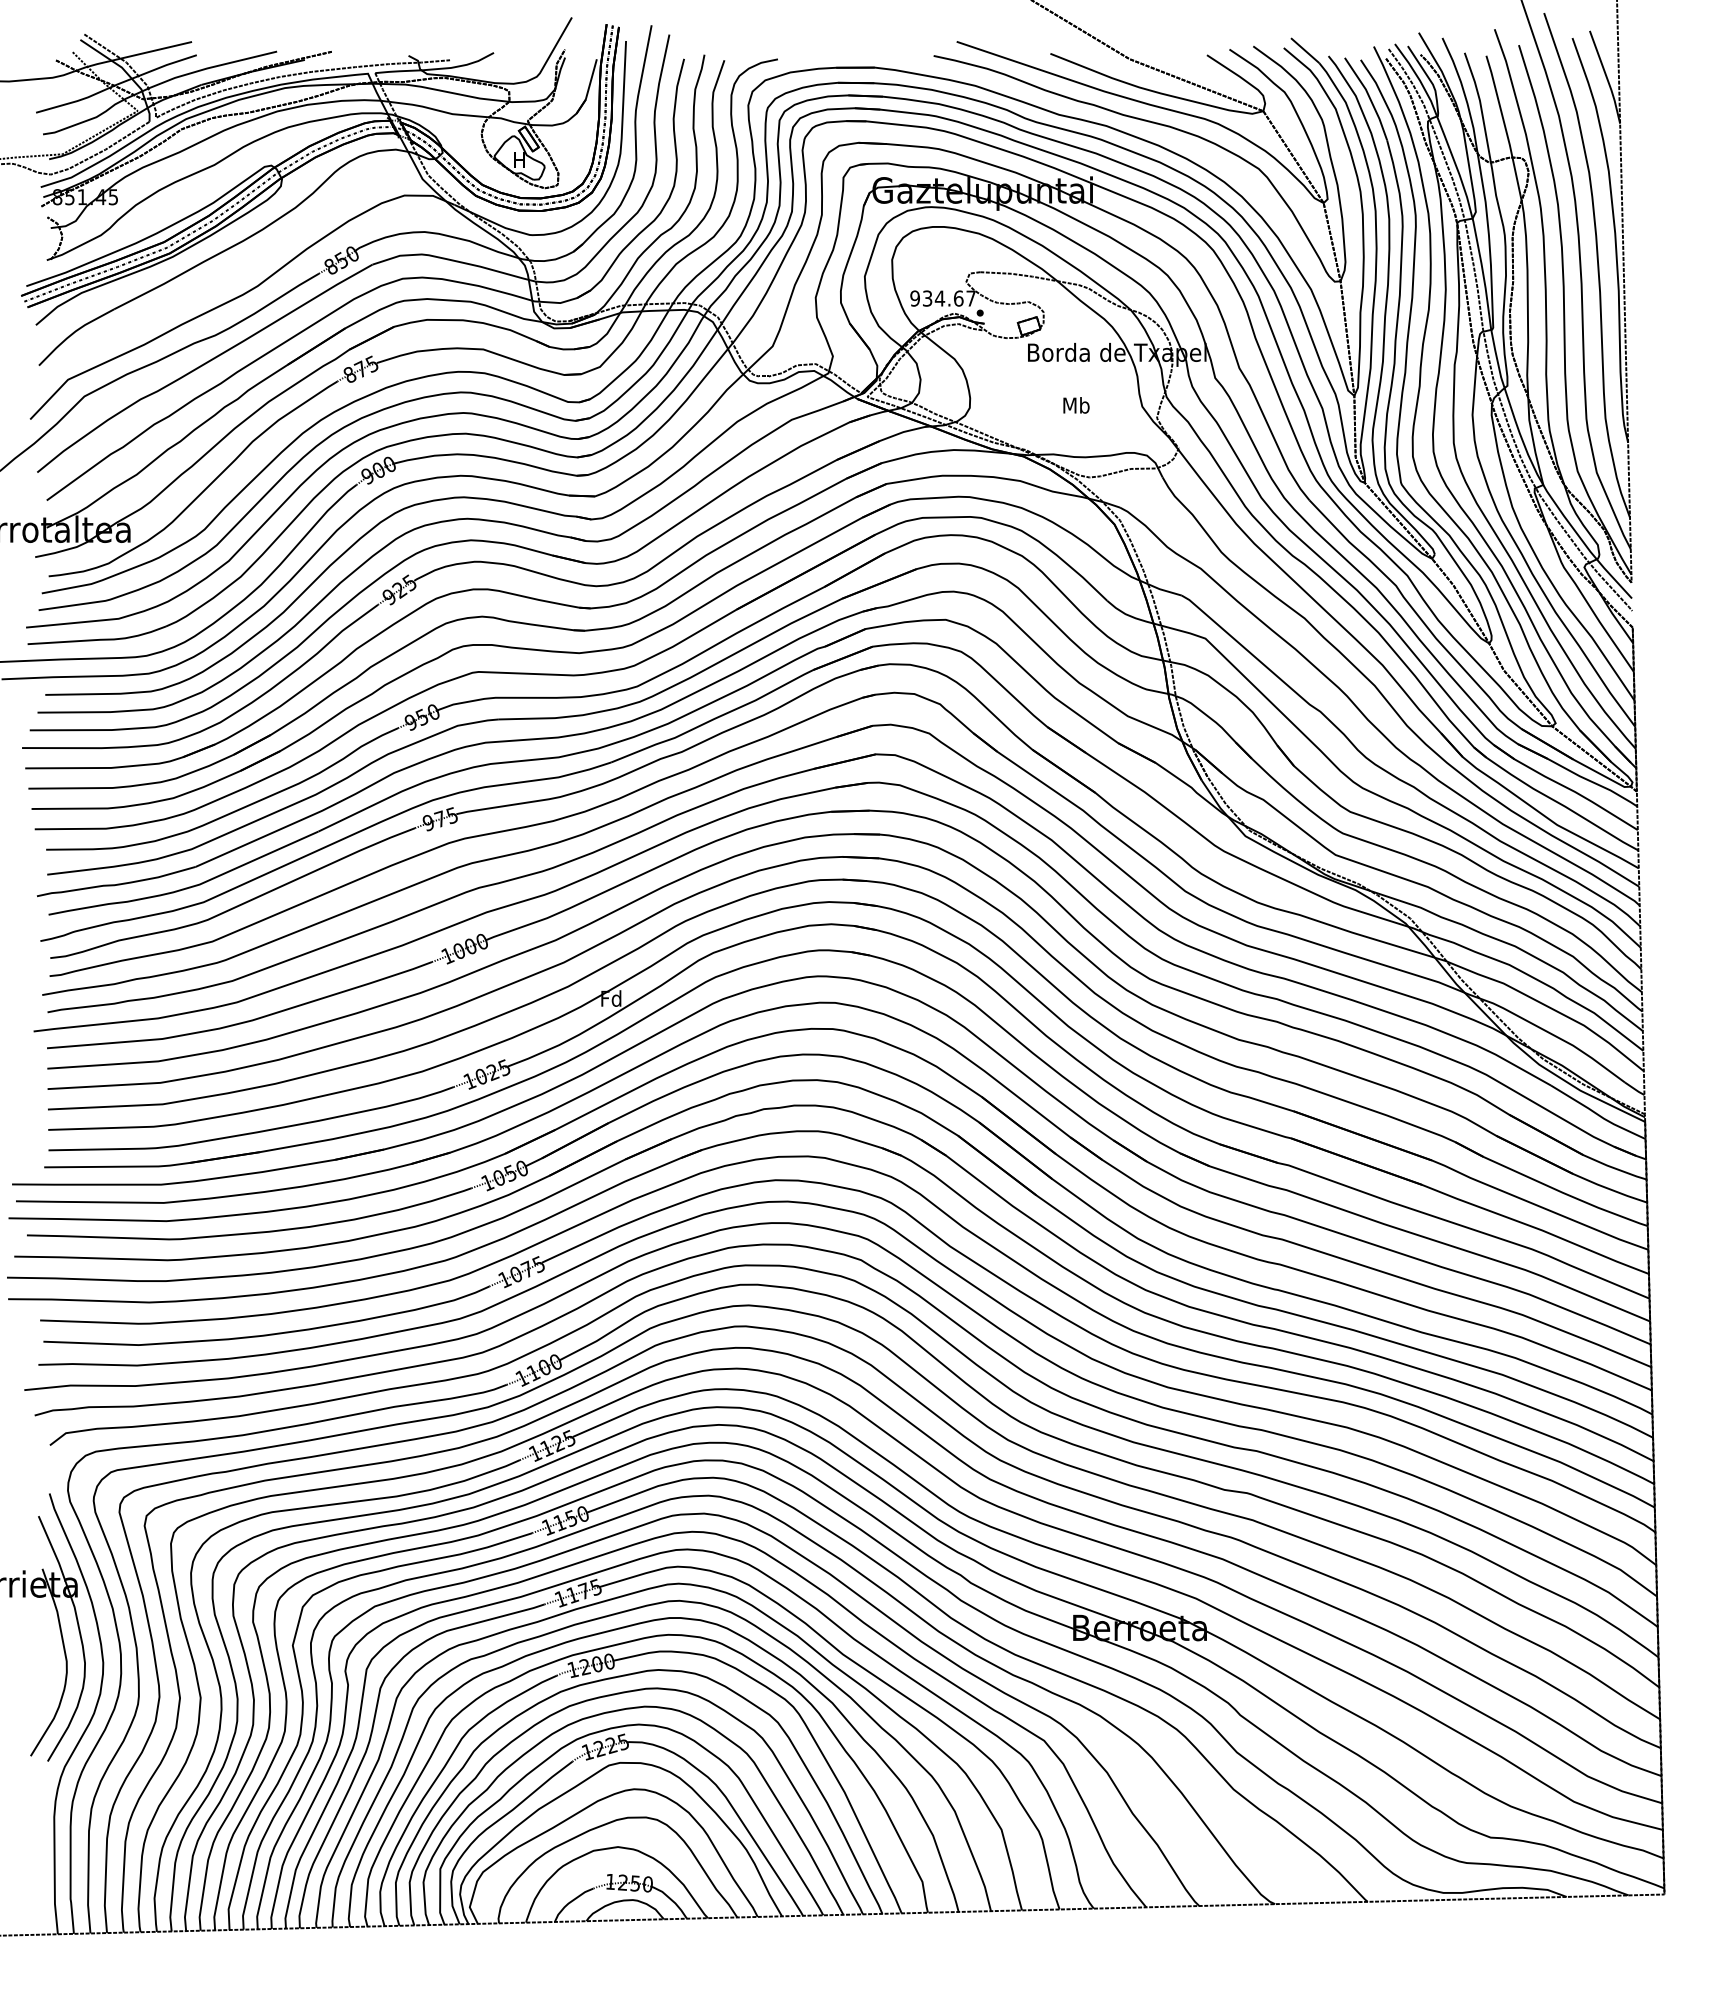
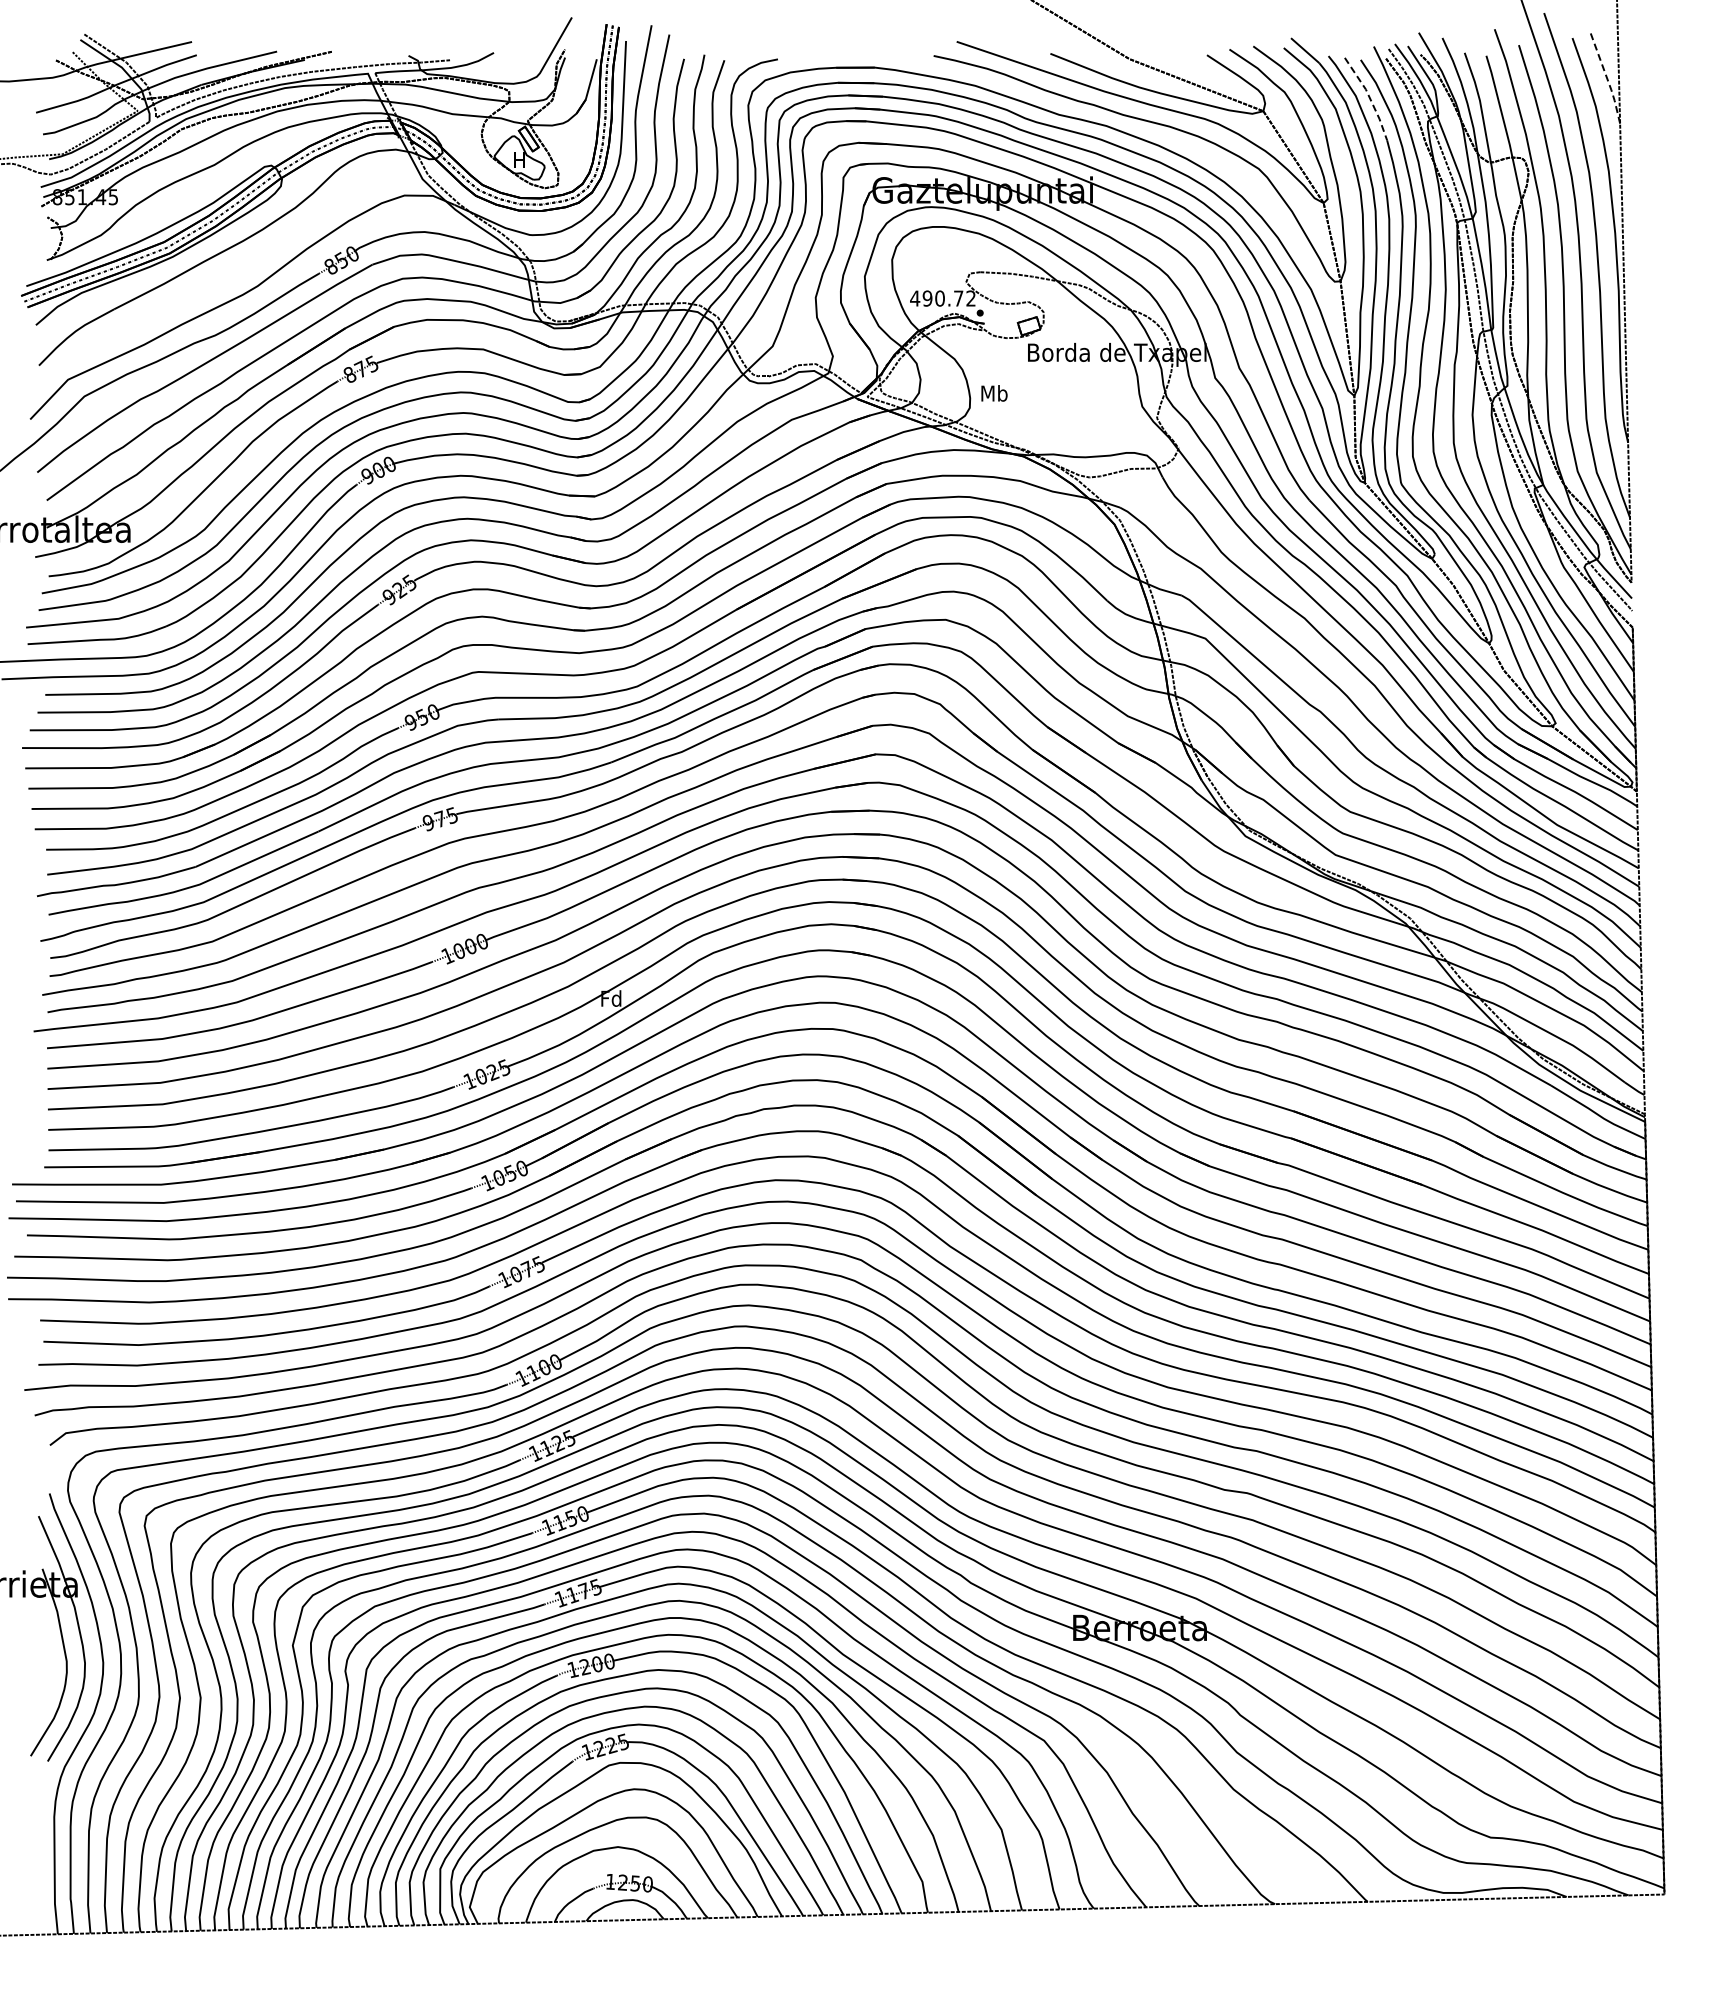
line at (1606, 77): solid -> dashed
line at (1369, 97): solid -> dashed
text at (942, 298): 934.67 -> 490.72
text at (1076, 405) position: (1076, 405) -> (994, 393)
